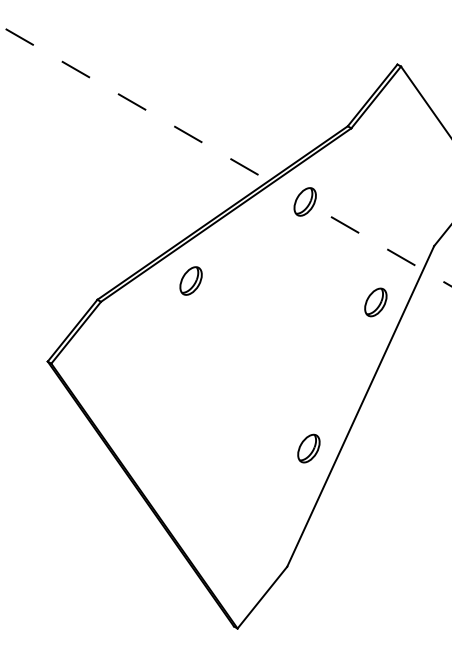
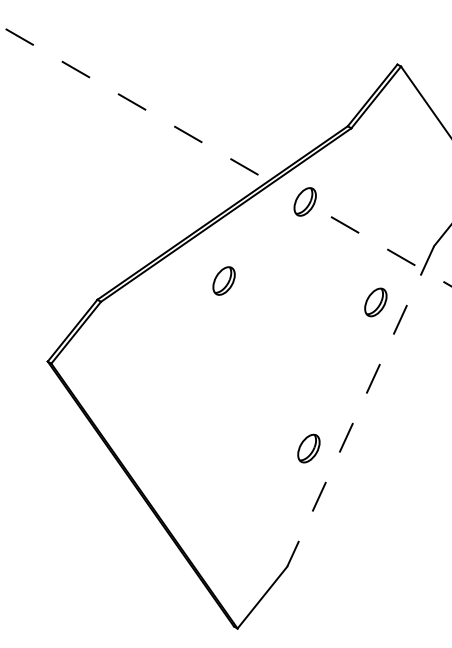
part at (190, 280) position: (190, 280) -> (223, 280)
line at (360, 406): solid -> dashed
